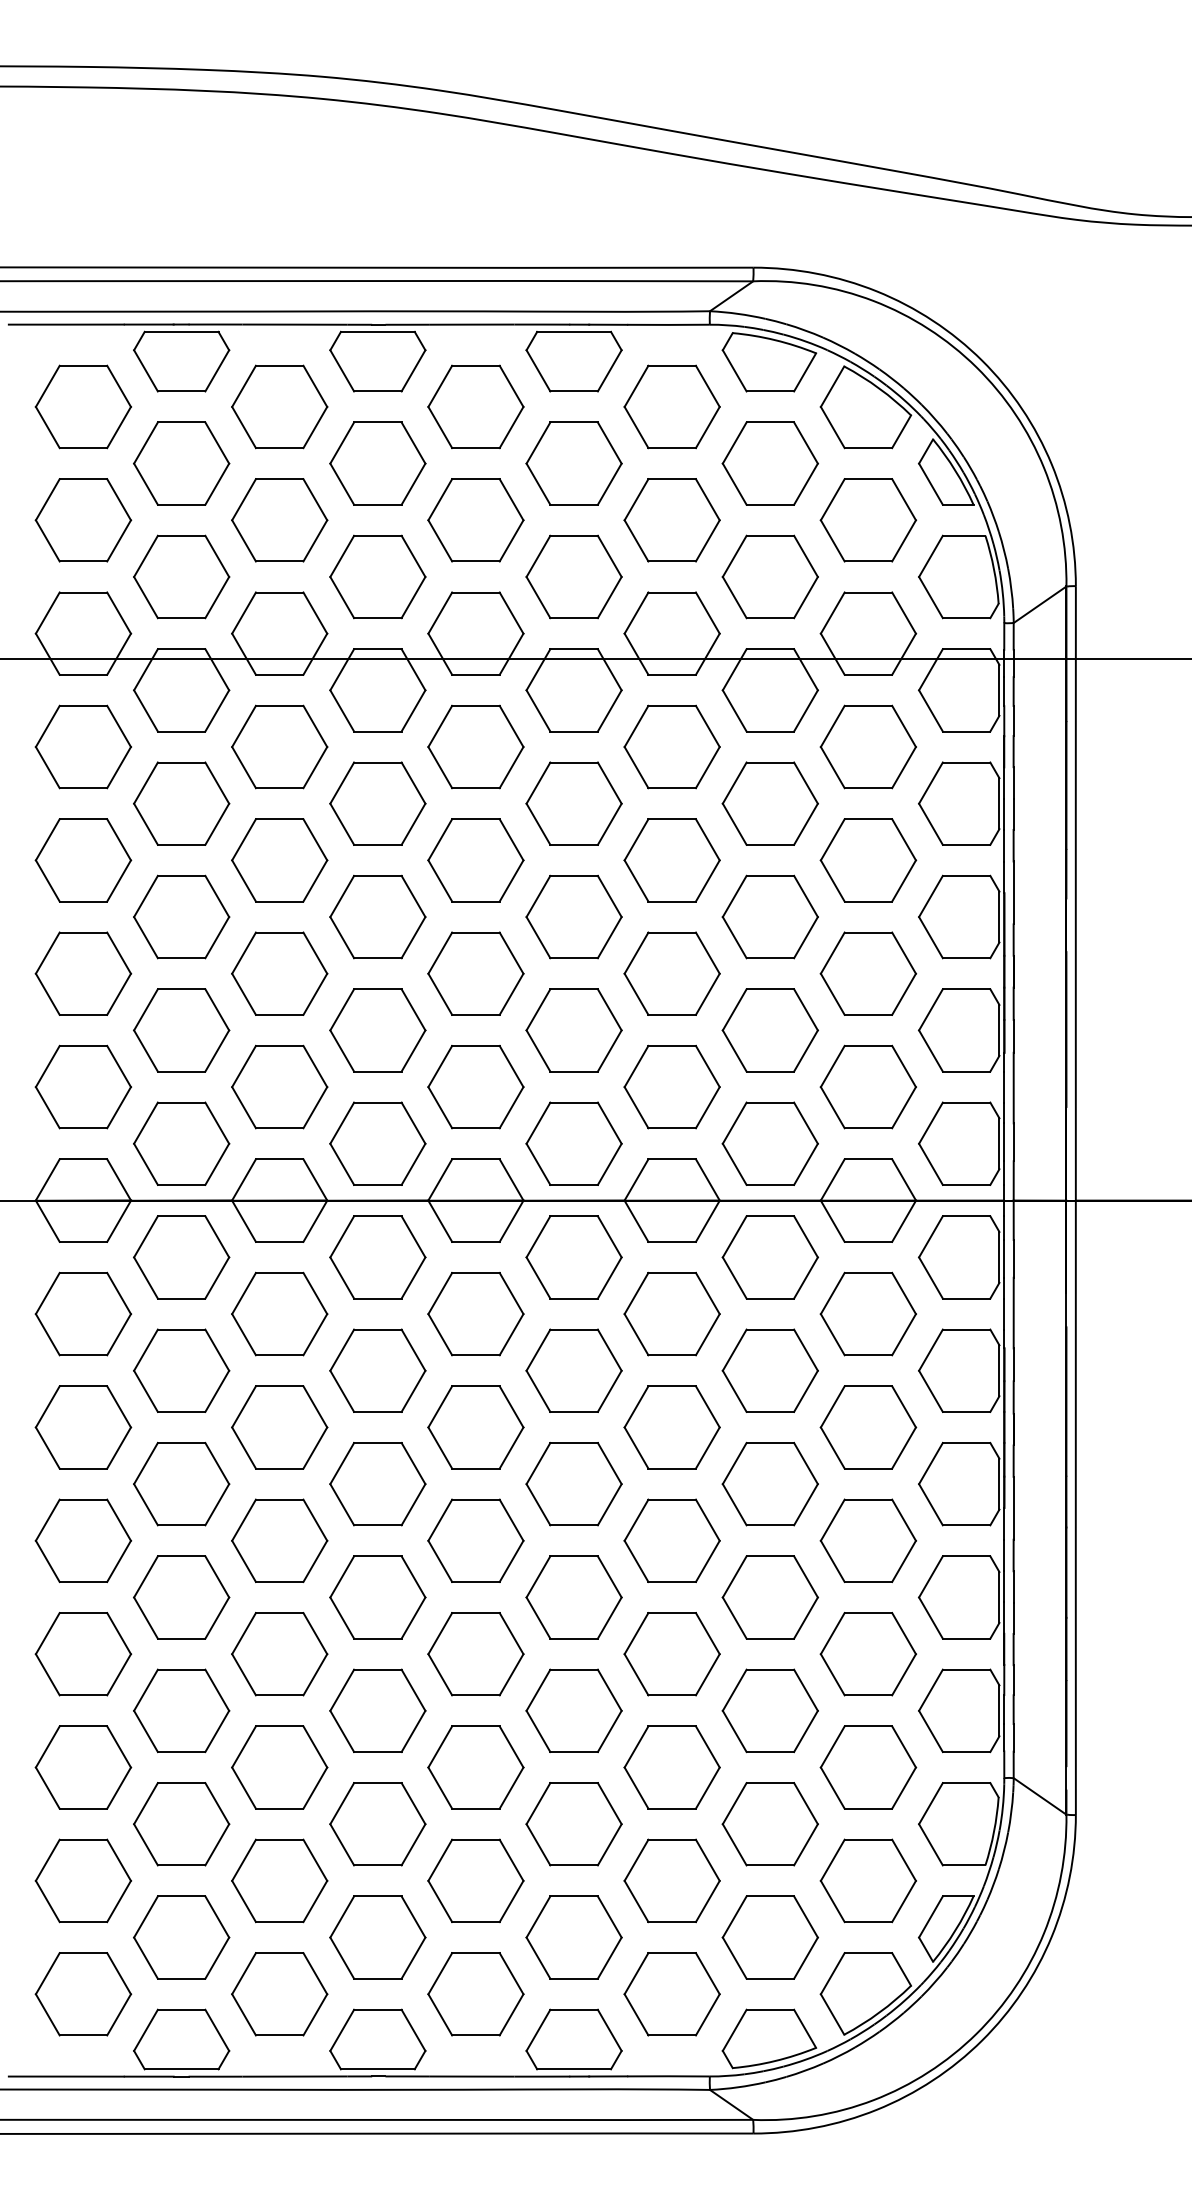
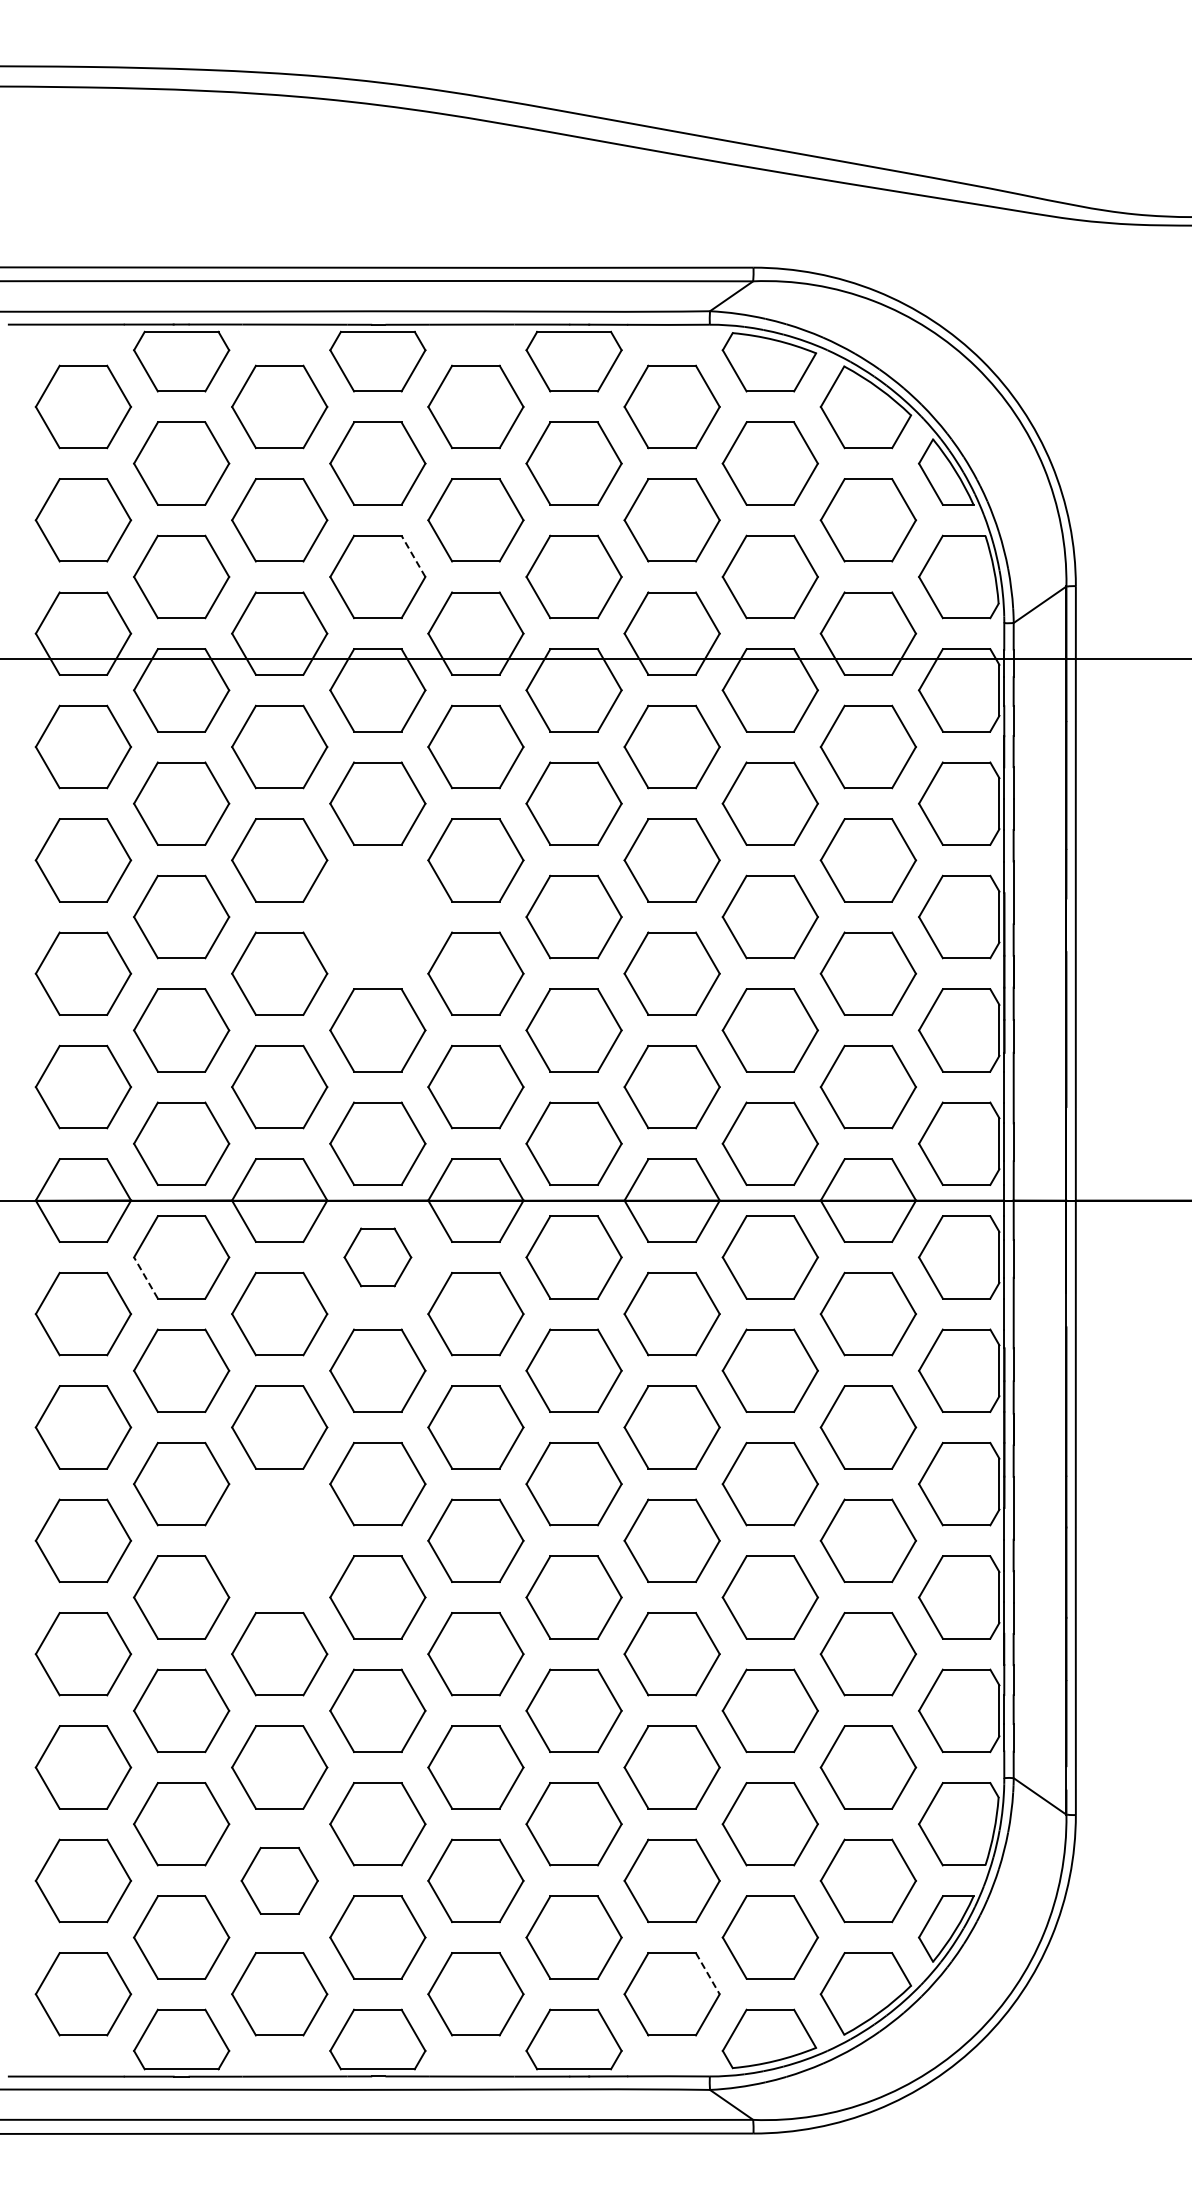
line at (413, 556): solid -> dashed
part at (377, 916): present -> none
part at (377, 1257) size: 98x85 px -> 70x61 px
line at (145, 1278): solid -> dashed
part at (279, 1540): present -> none
part at (279, 1880) size: 98x86 px -> 79x68 px
line at (707, 1973): solid -> dashed
